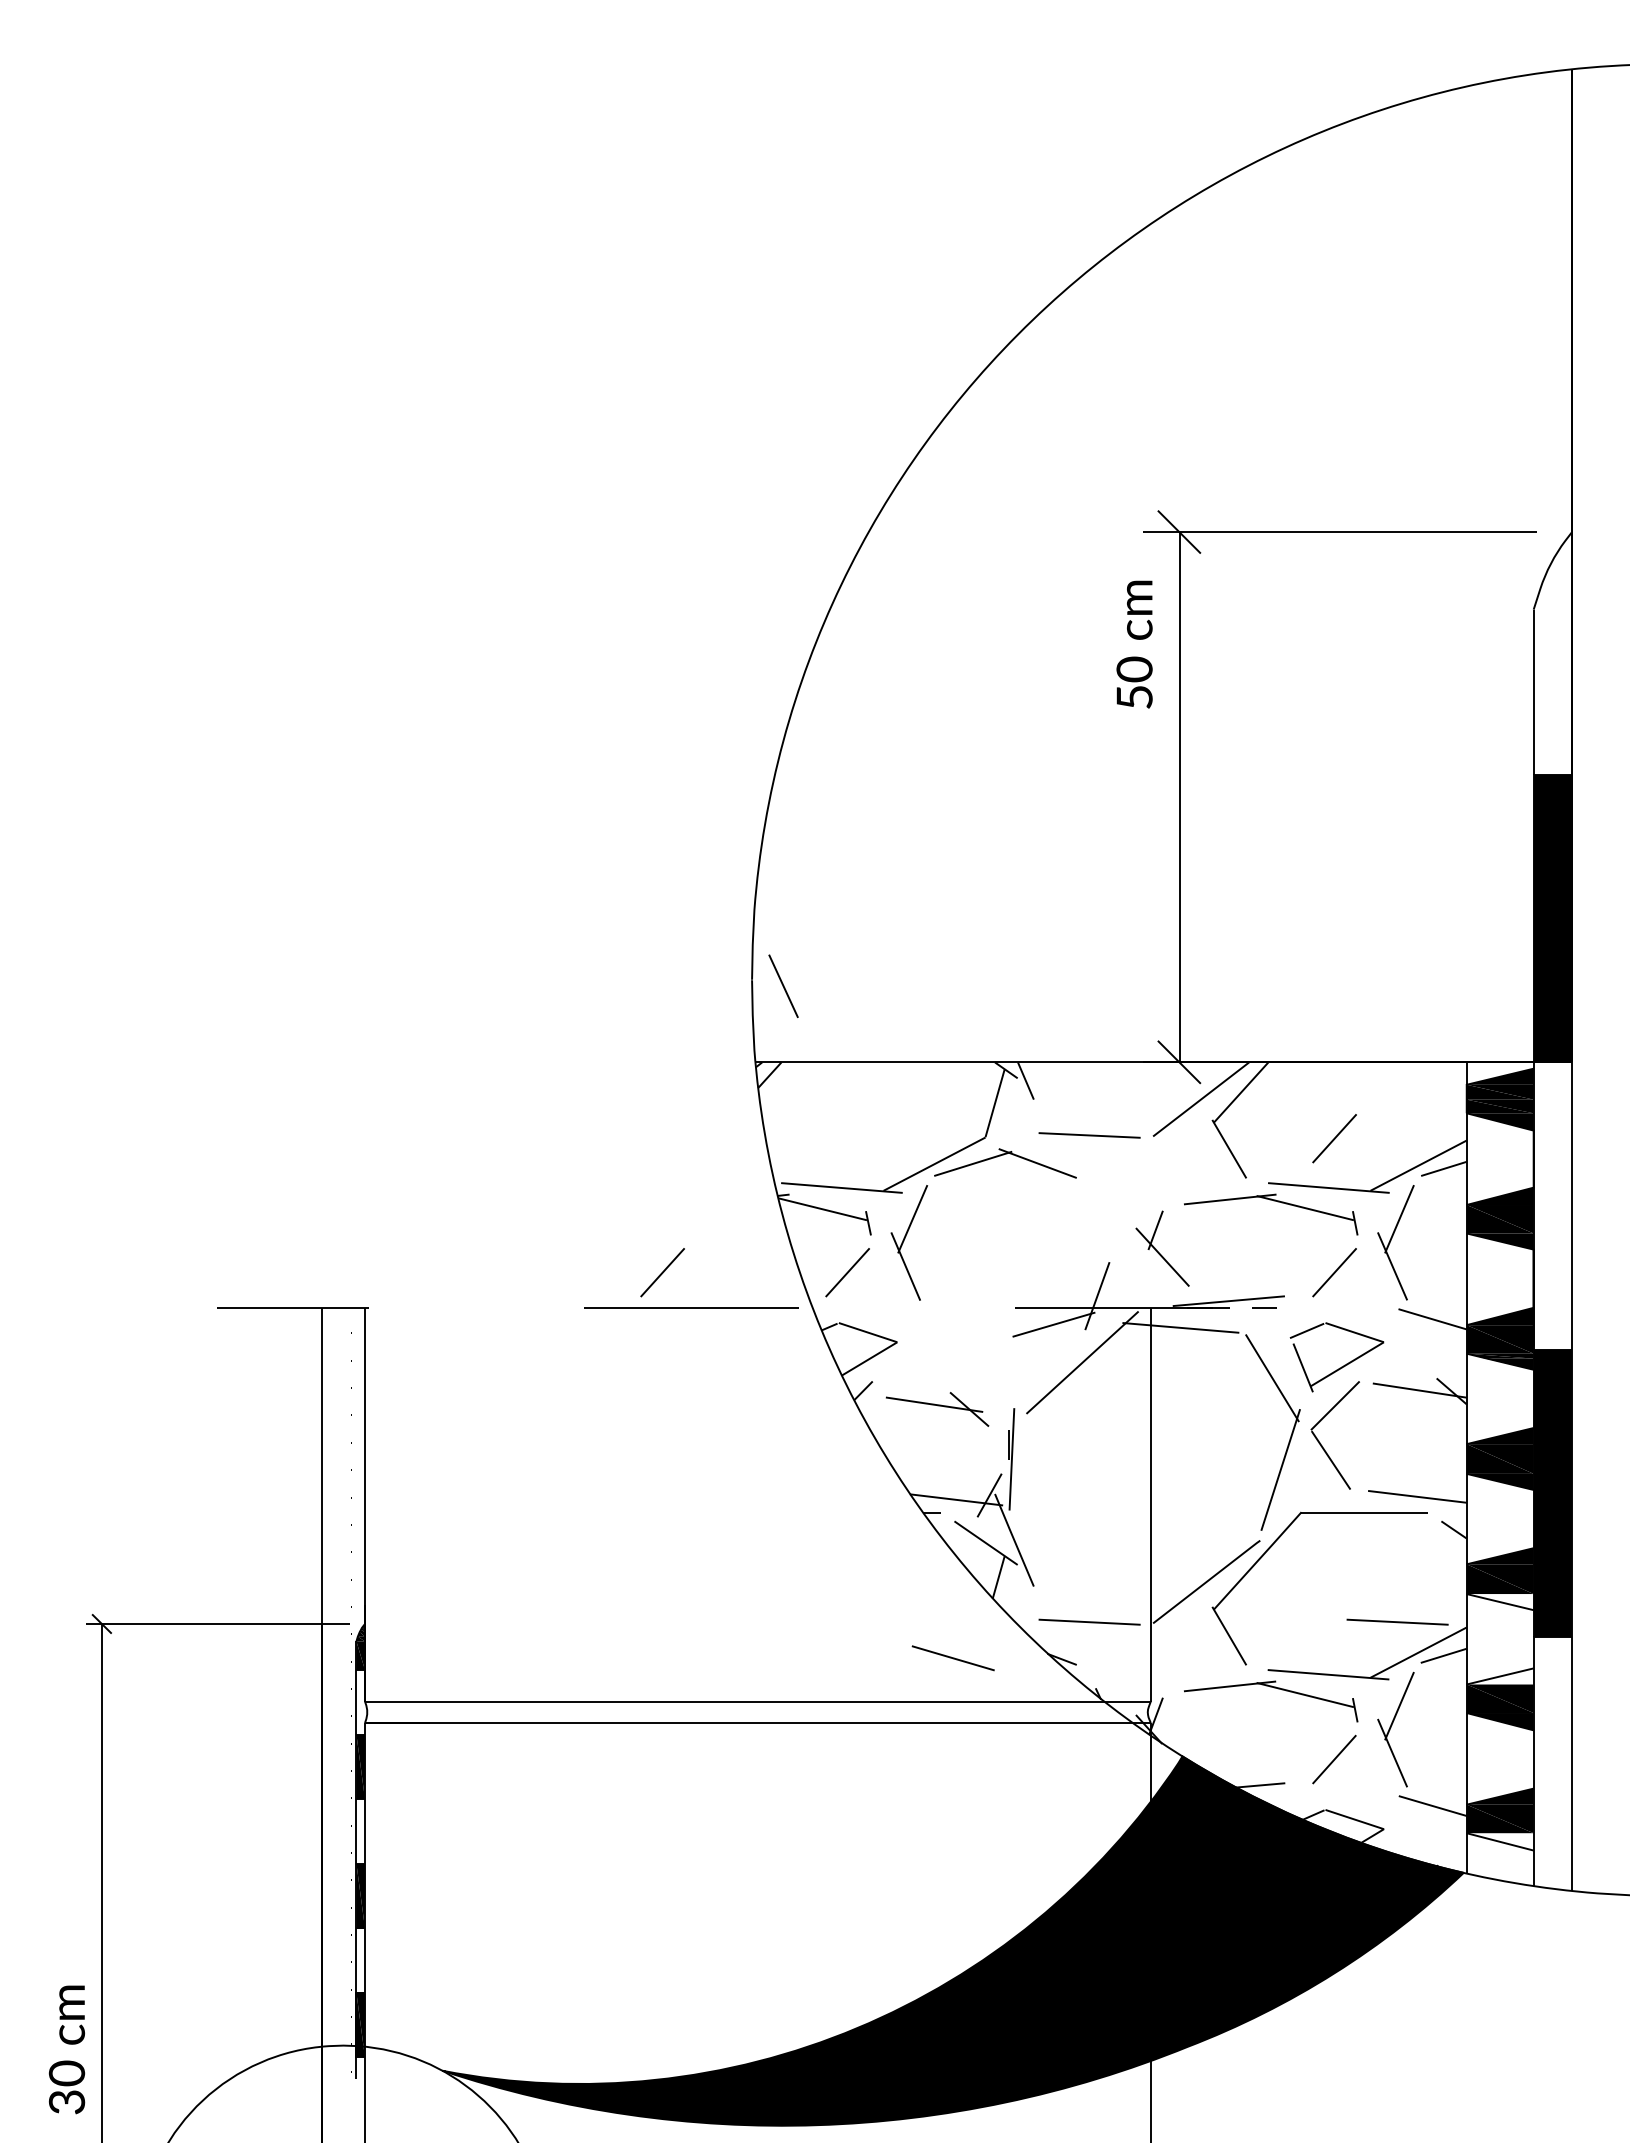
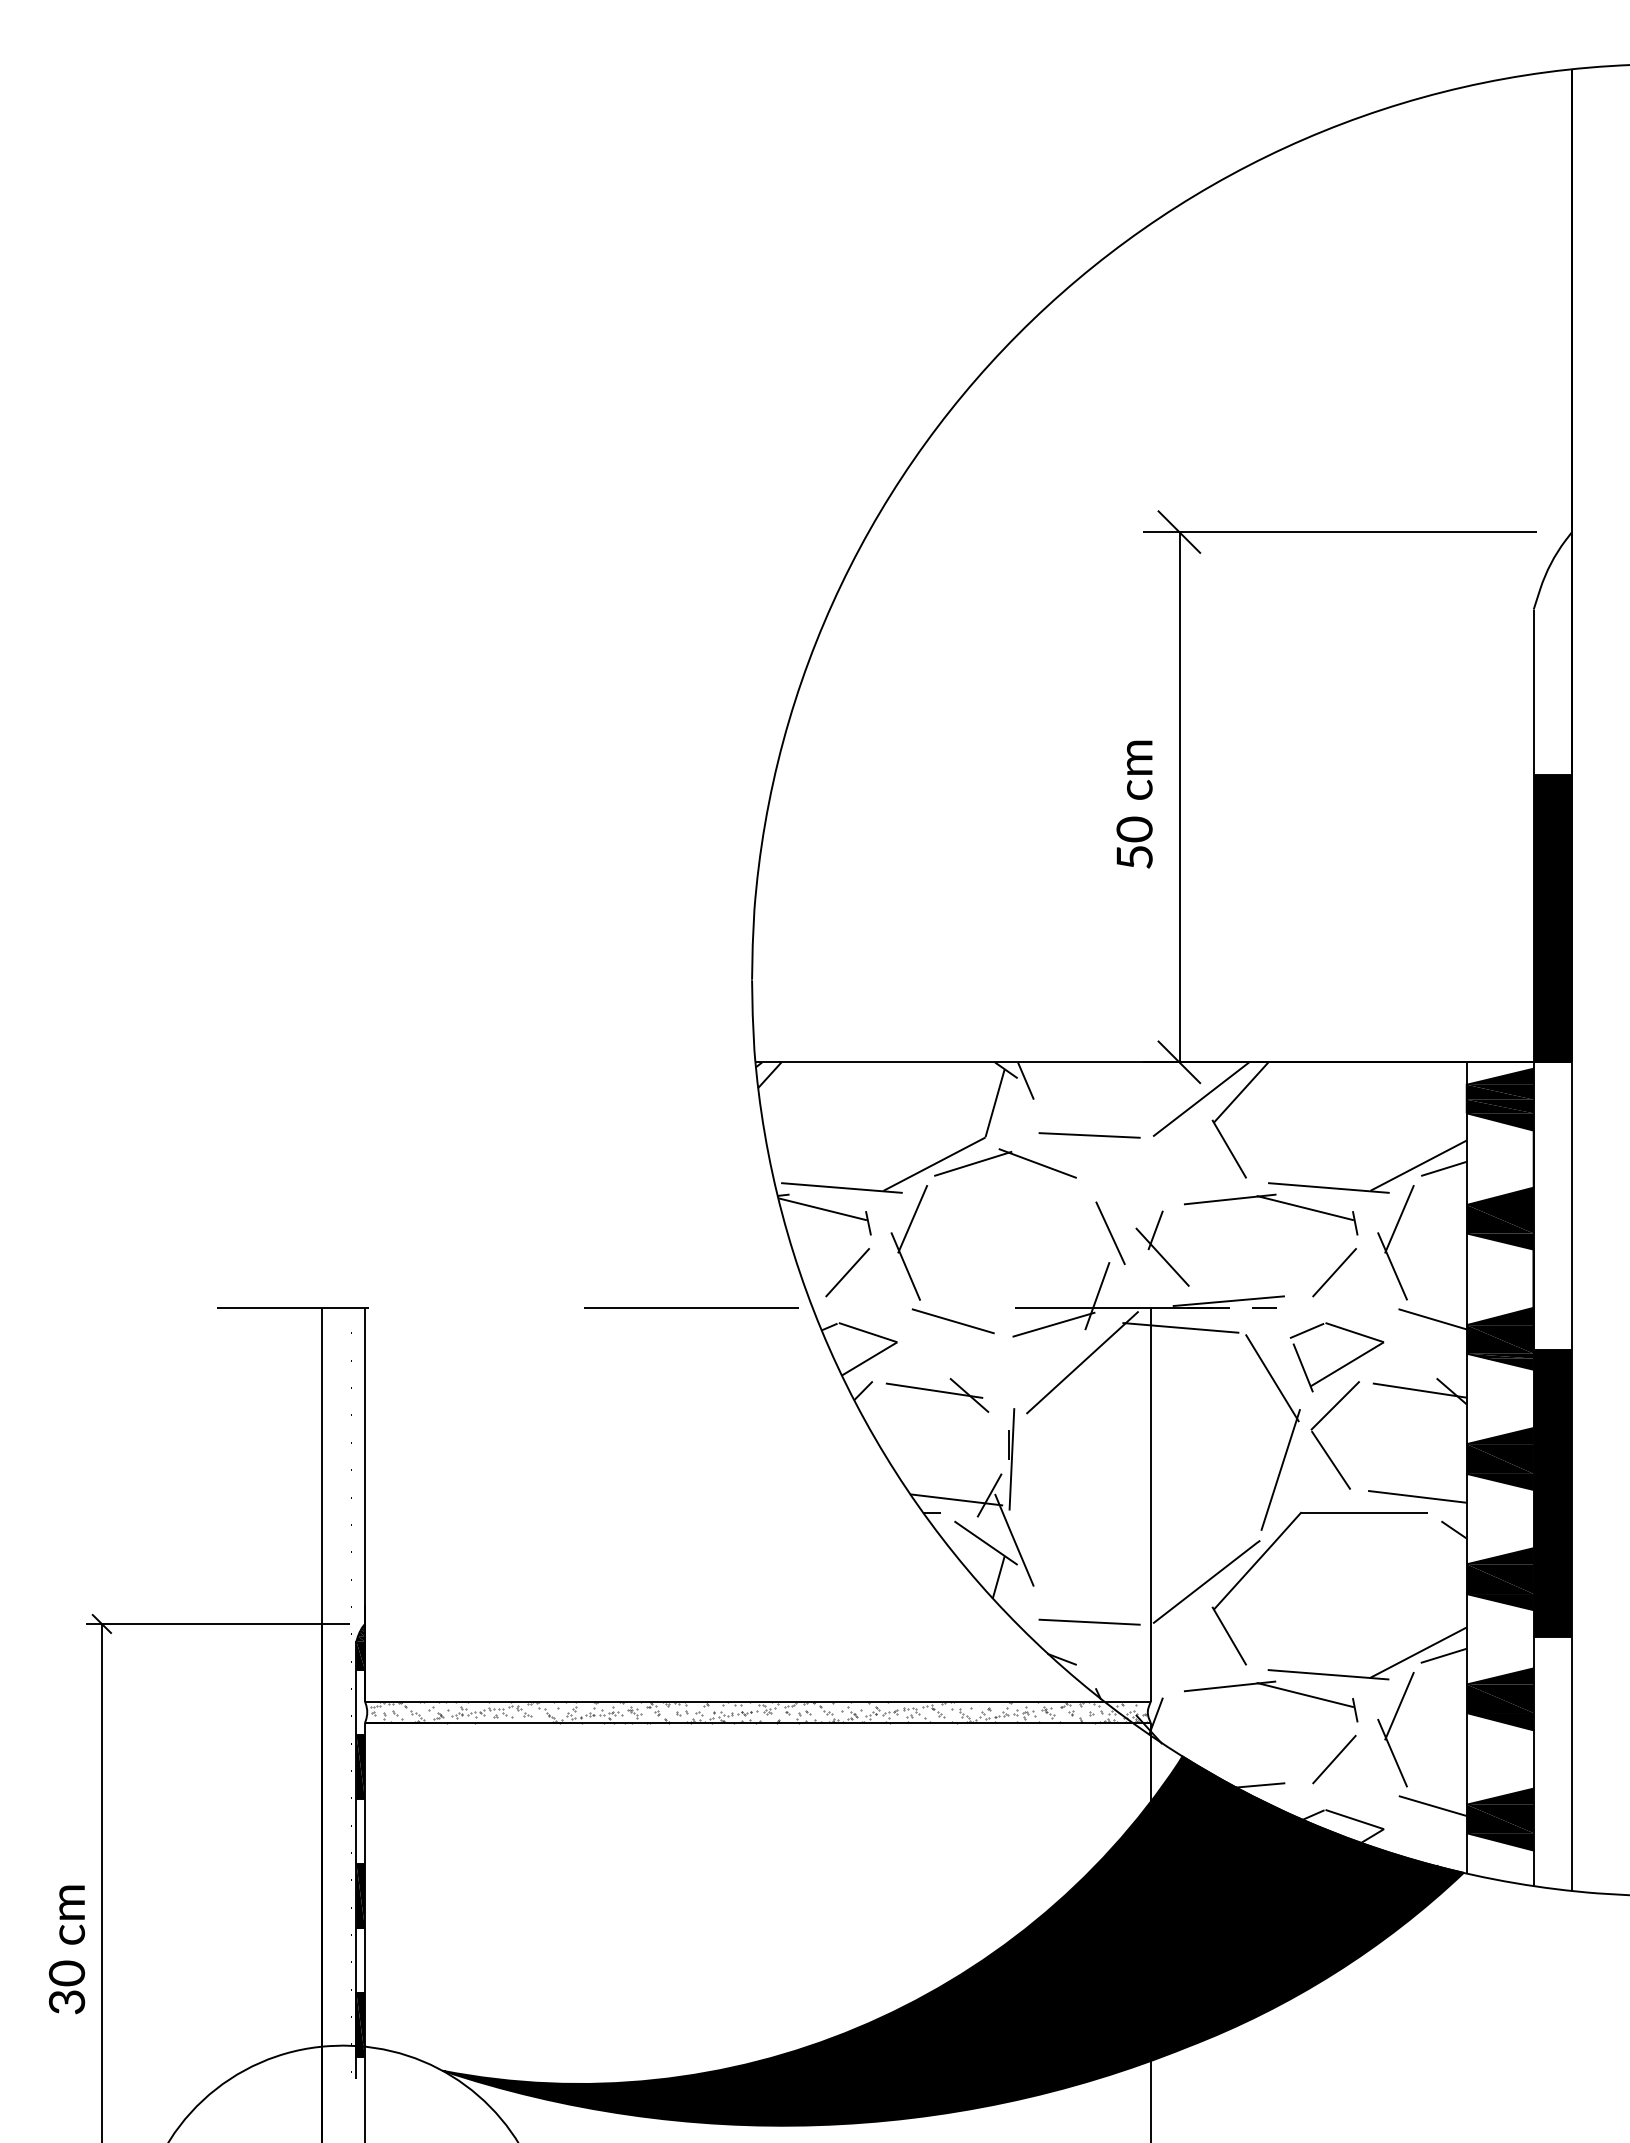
text at (1134, 644) position: (1134, 644) -> (1134, 804)
line at (783, 985) position: (783, 985) -> (1110, 1232)
line at (1334, 1138): present -> none
line at (662, 1272): present -> none
part at (937, 1409) position: (937, 1409) -> (937, 1395)
fill at (1499, 1602): none -> present
line at (1397, 1621): present -> none
line at (952, 1658) position: (952, 1658) -> (952, 1321)
fill at (1499, 1676): none -> present
hatch at (758, 1712): none -> present
fill at (1499, 1841): none -> present
text at (66, 2049) position: (66, 2049) -> (66, 1949)
